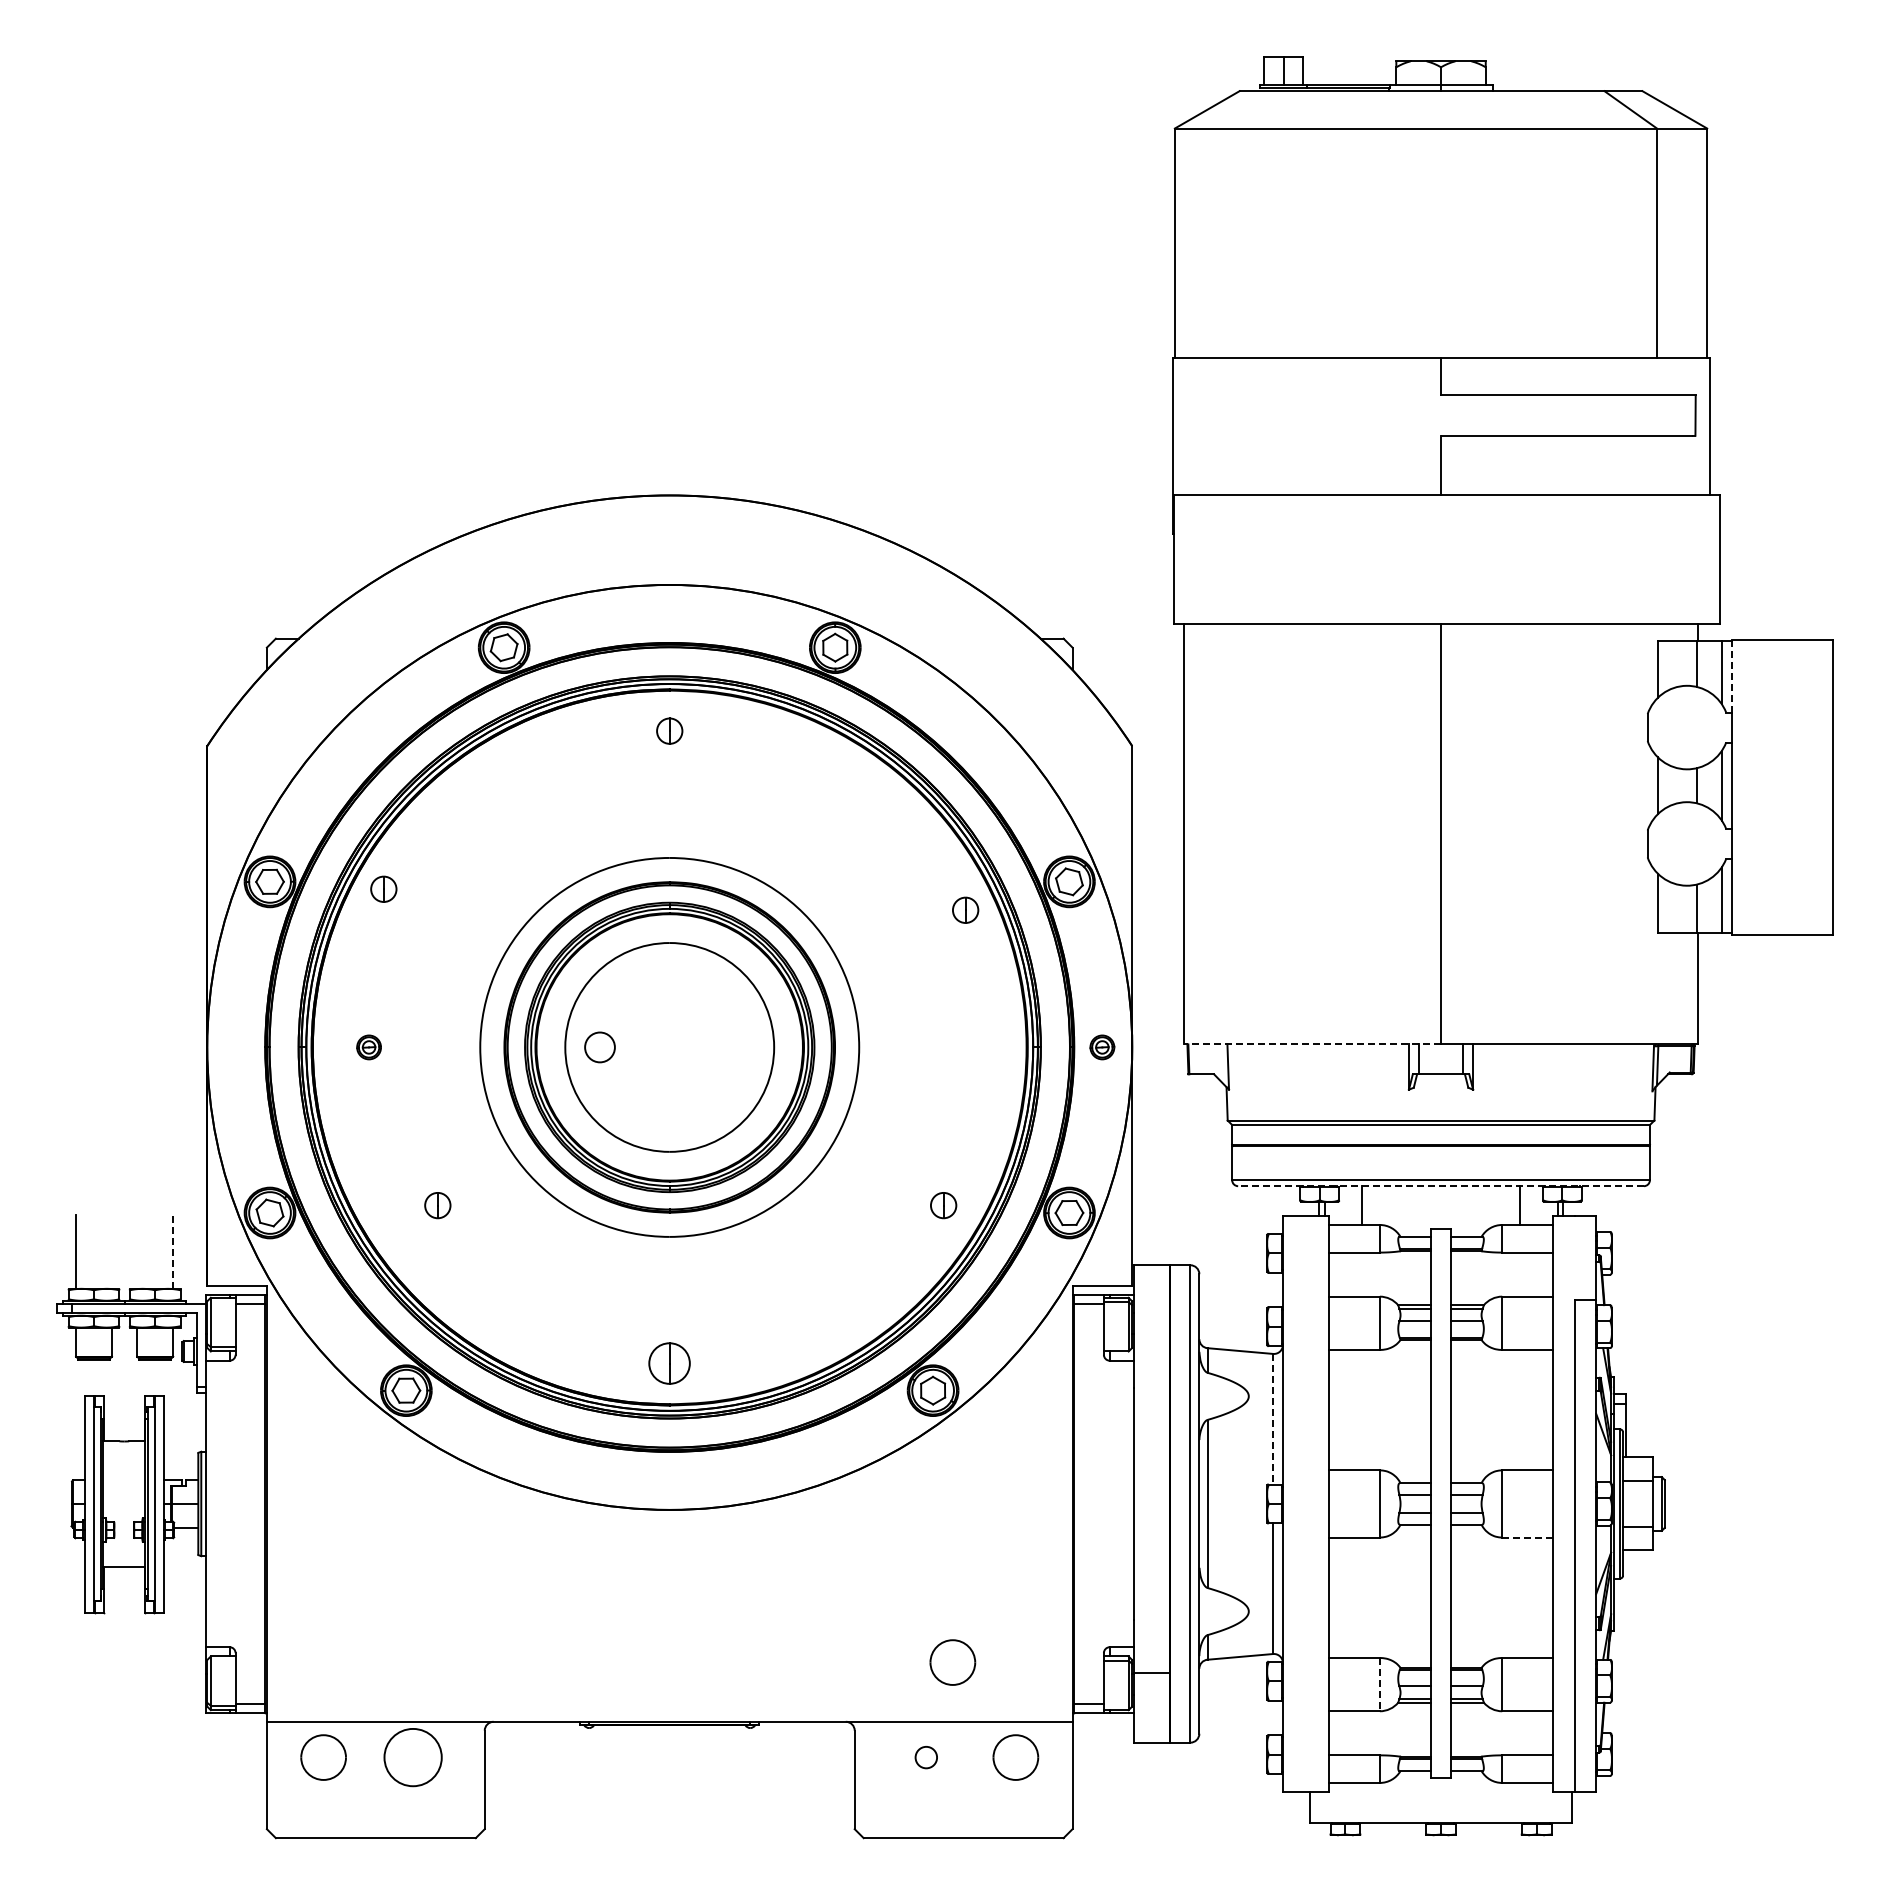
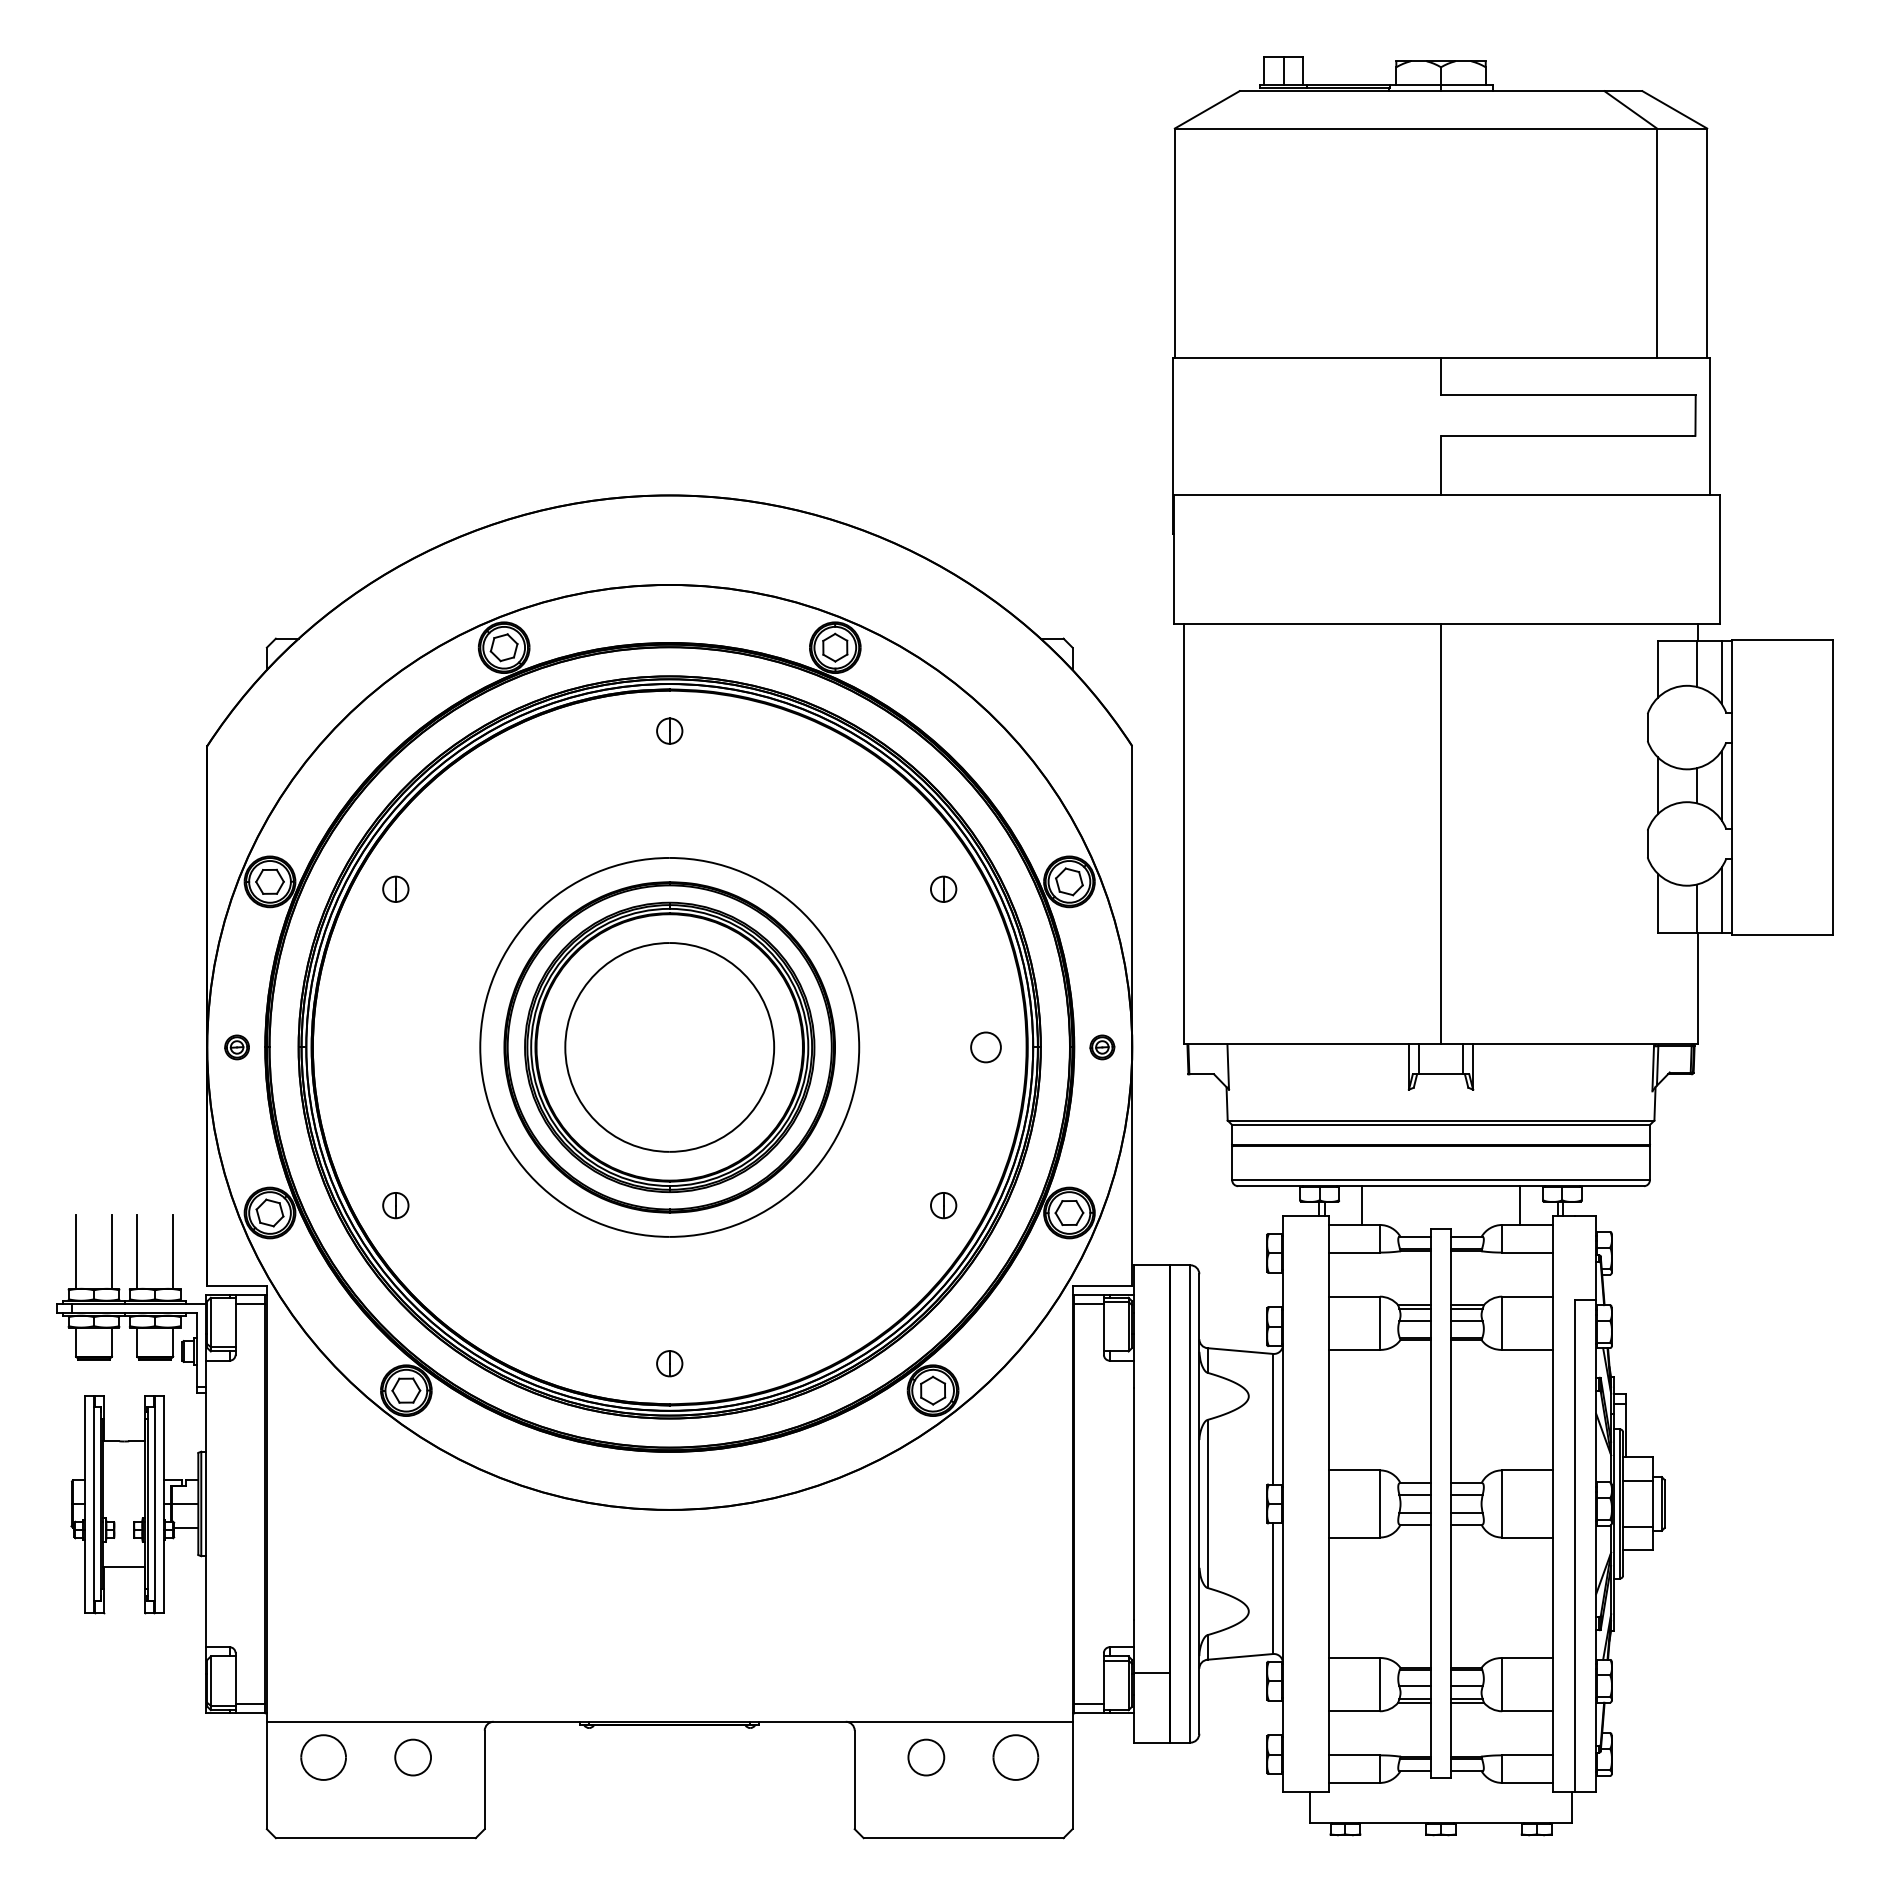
line at (1731, 676): dashed -> solid
part at (383, 888) position: (383, 888) -> (395, 888)
part at (965, 909) position: (965, 909) -> (943, 888)
line at (1312, 1044): dashed -> solid
part at (368, 1047) position: (368, 1047) -> (236, 1047)
circle at (599, 1047) position: (599, 1047) -> (985, 1047)
line at (1441, 1186): dashed -> solid
part at (437, 1205) position: (437, 1205) -> (395, 1205)
line at (111, 1251): none -> present
line at (137, 1251): none -> present
line at (173, 1251): dashed -> solid
part at (669, 1363) size: 43x43 px -> 28x28 px
line at (1273, 1419): dashed -> solid
line at (1527, 1537): dashed -> solid
part at (952, 1662): present -> none
line at (1379, 1684): dashed -> solid
circle at (412, 1757) diameter: 57 px -> 36 px
circle at (926, 1757) diameter: 21 px -> 36 px
